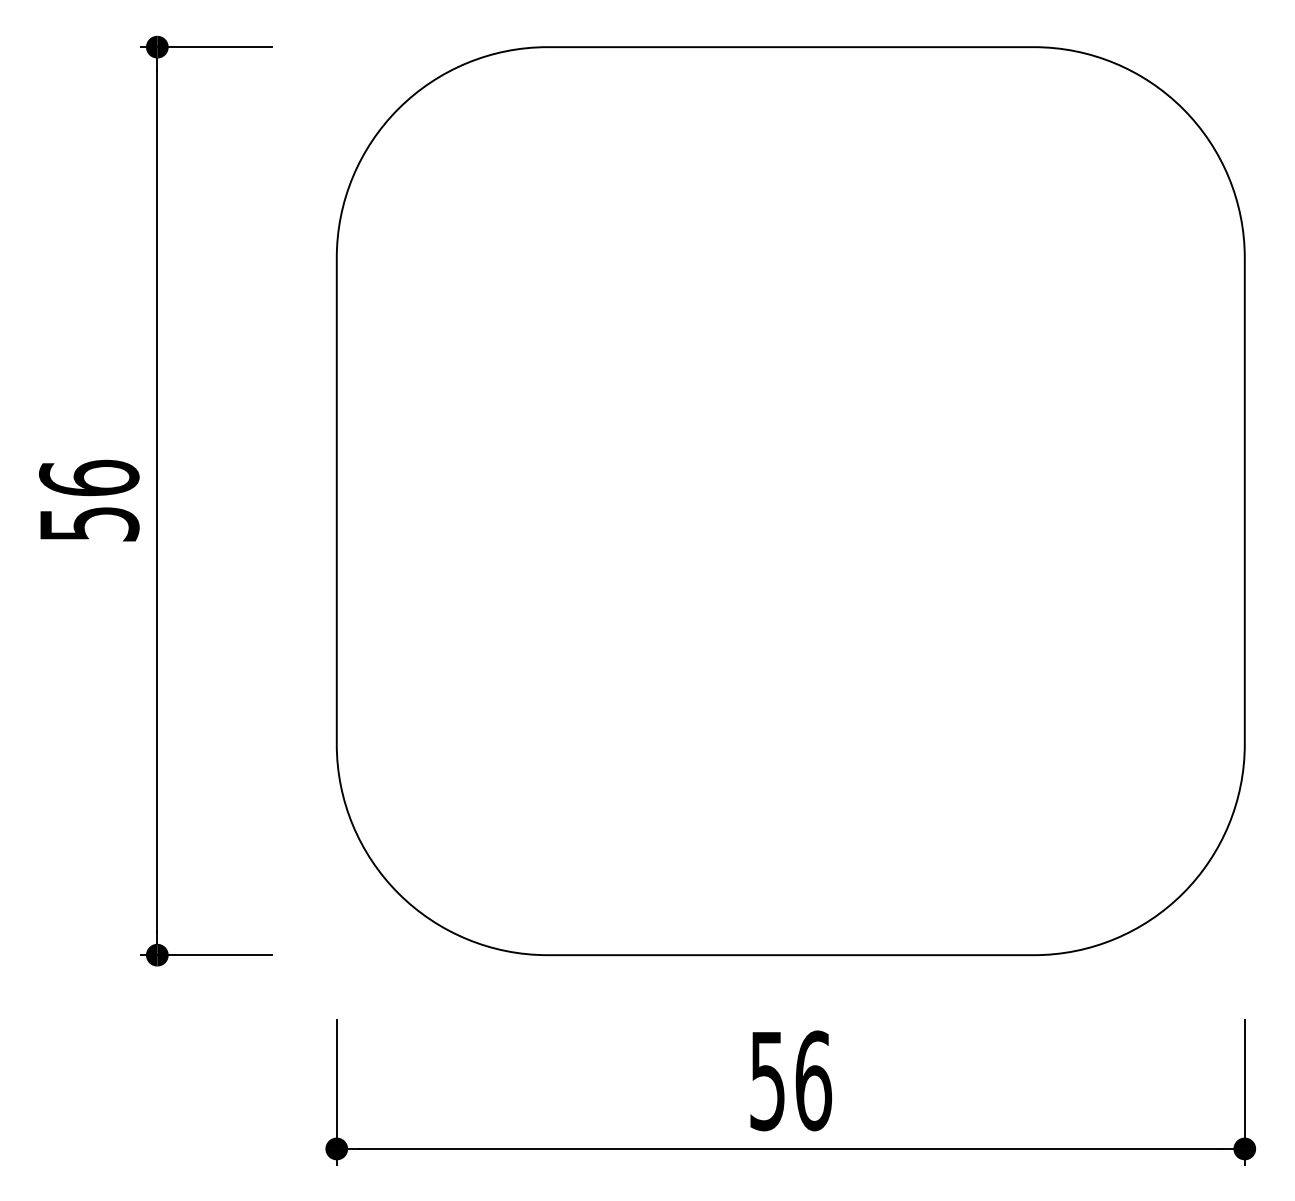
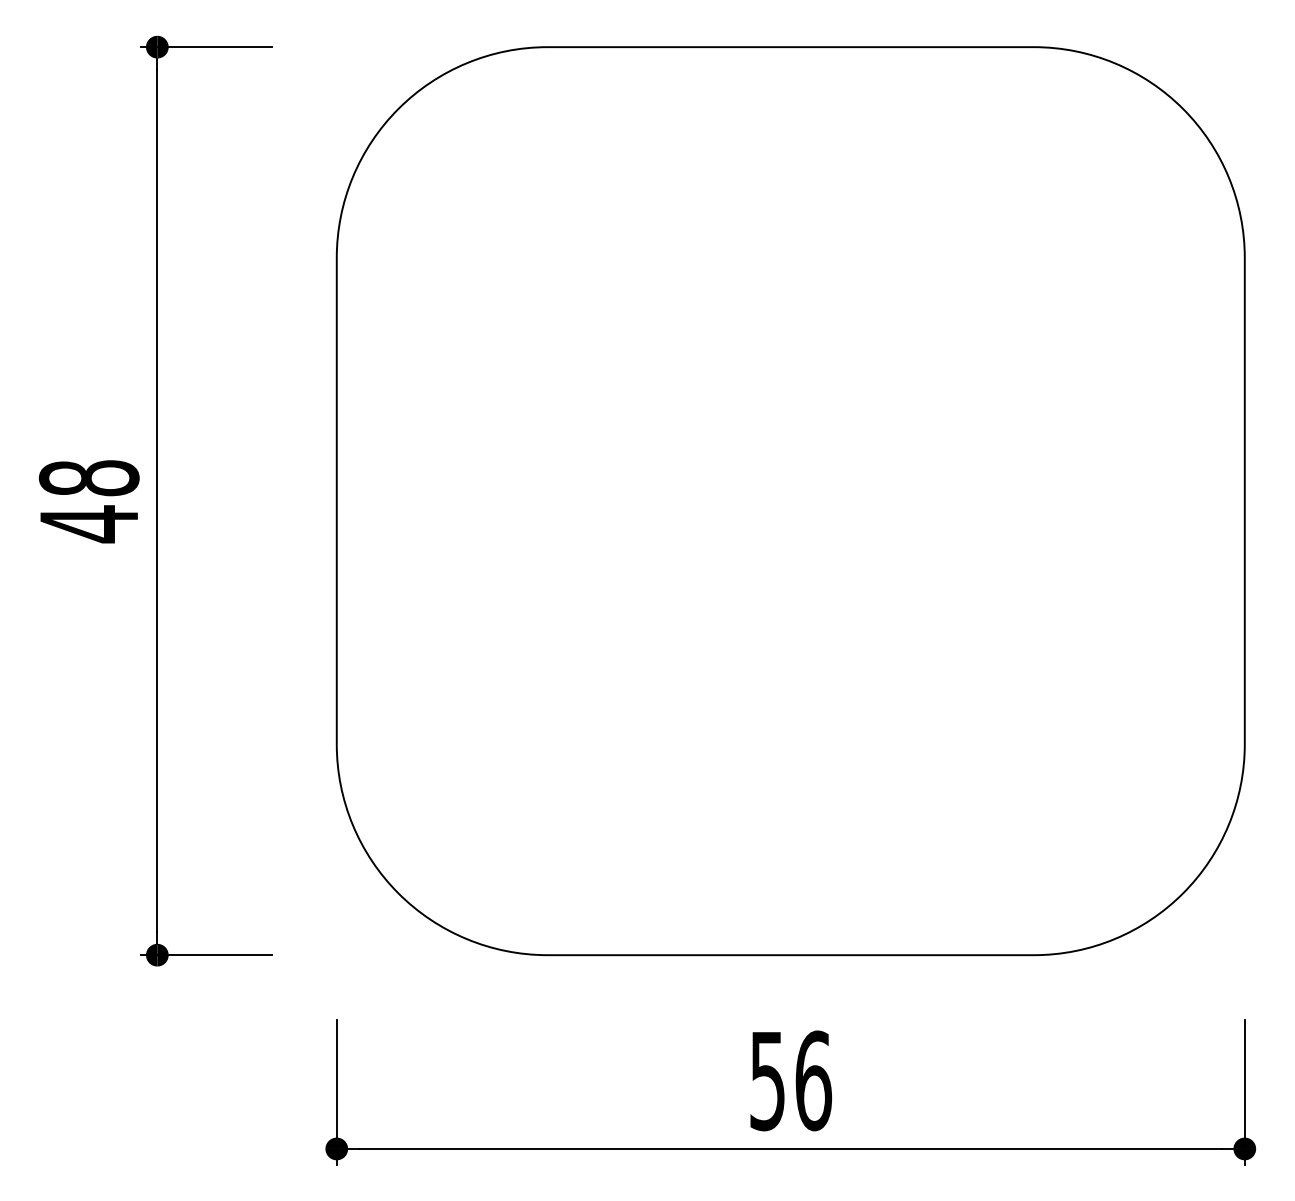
text at (88, 501): 56 -> 48
